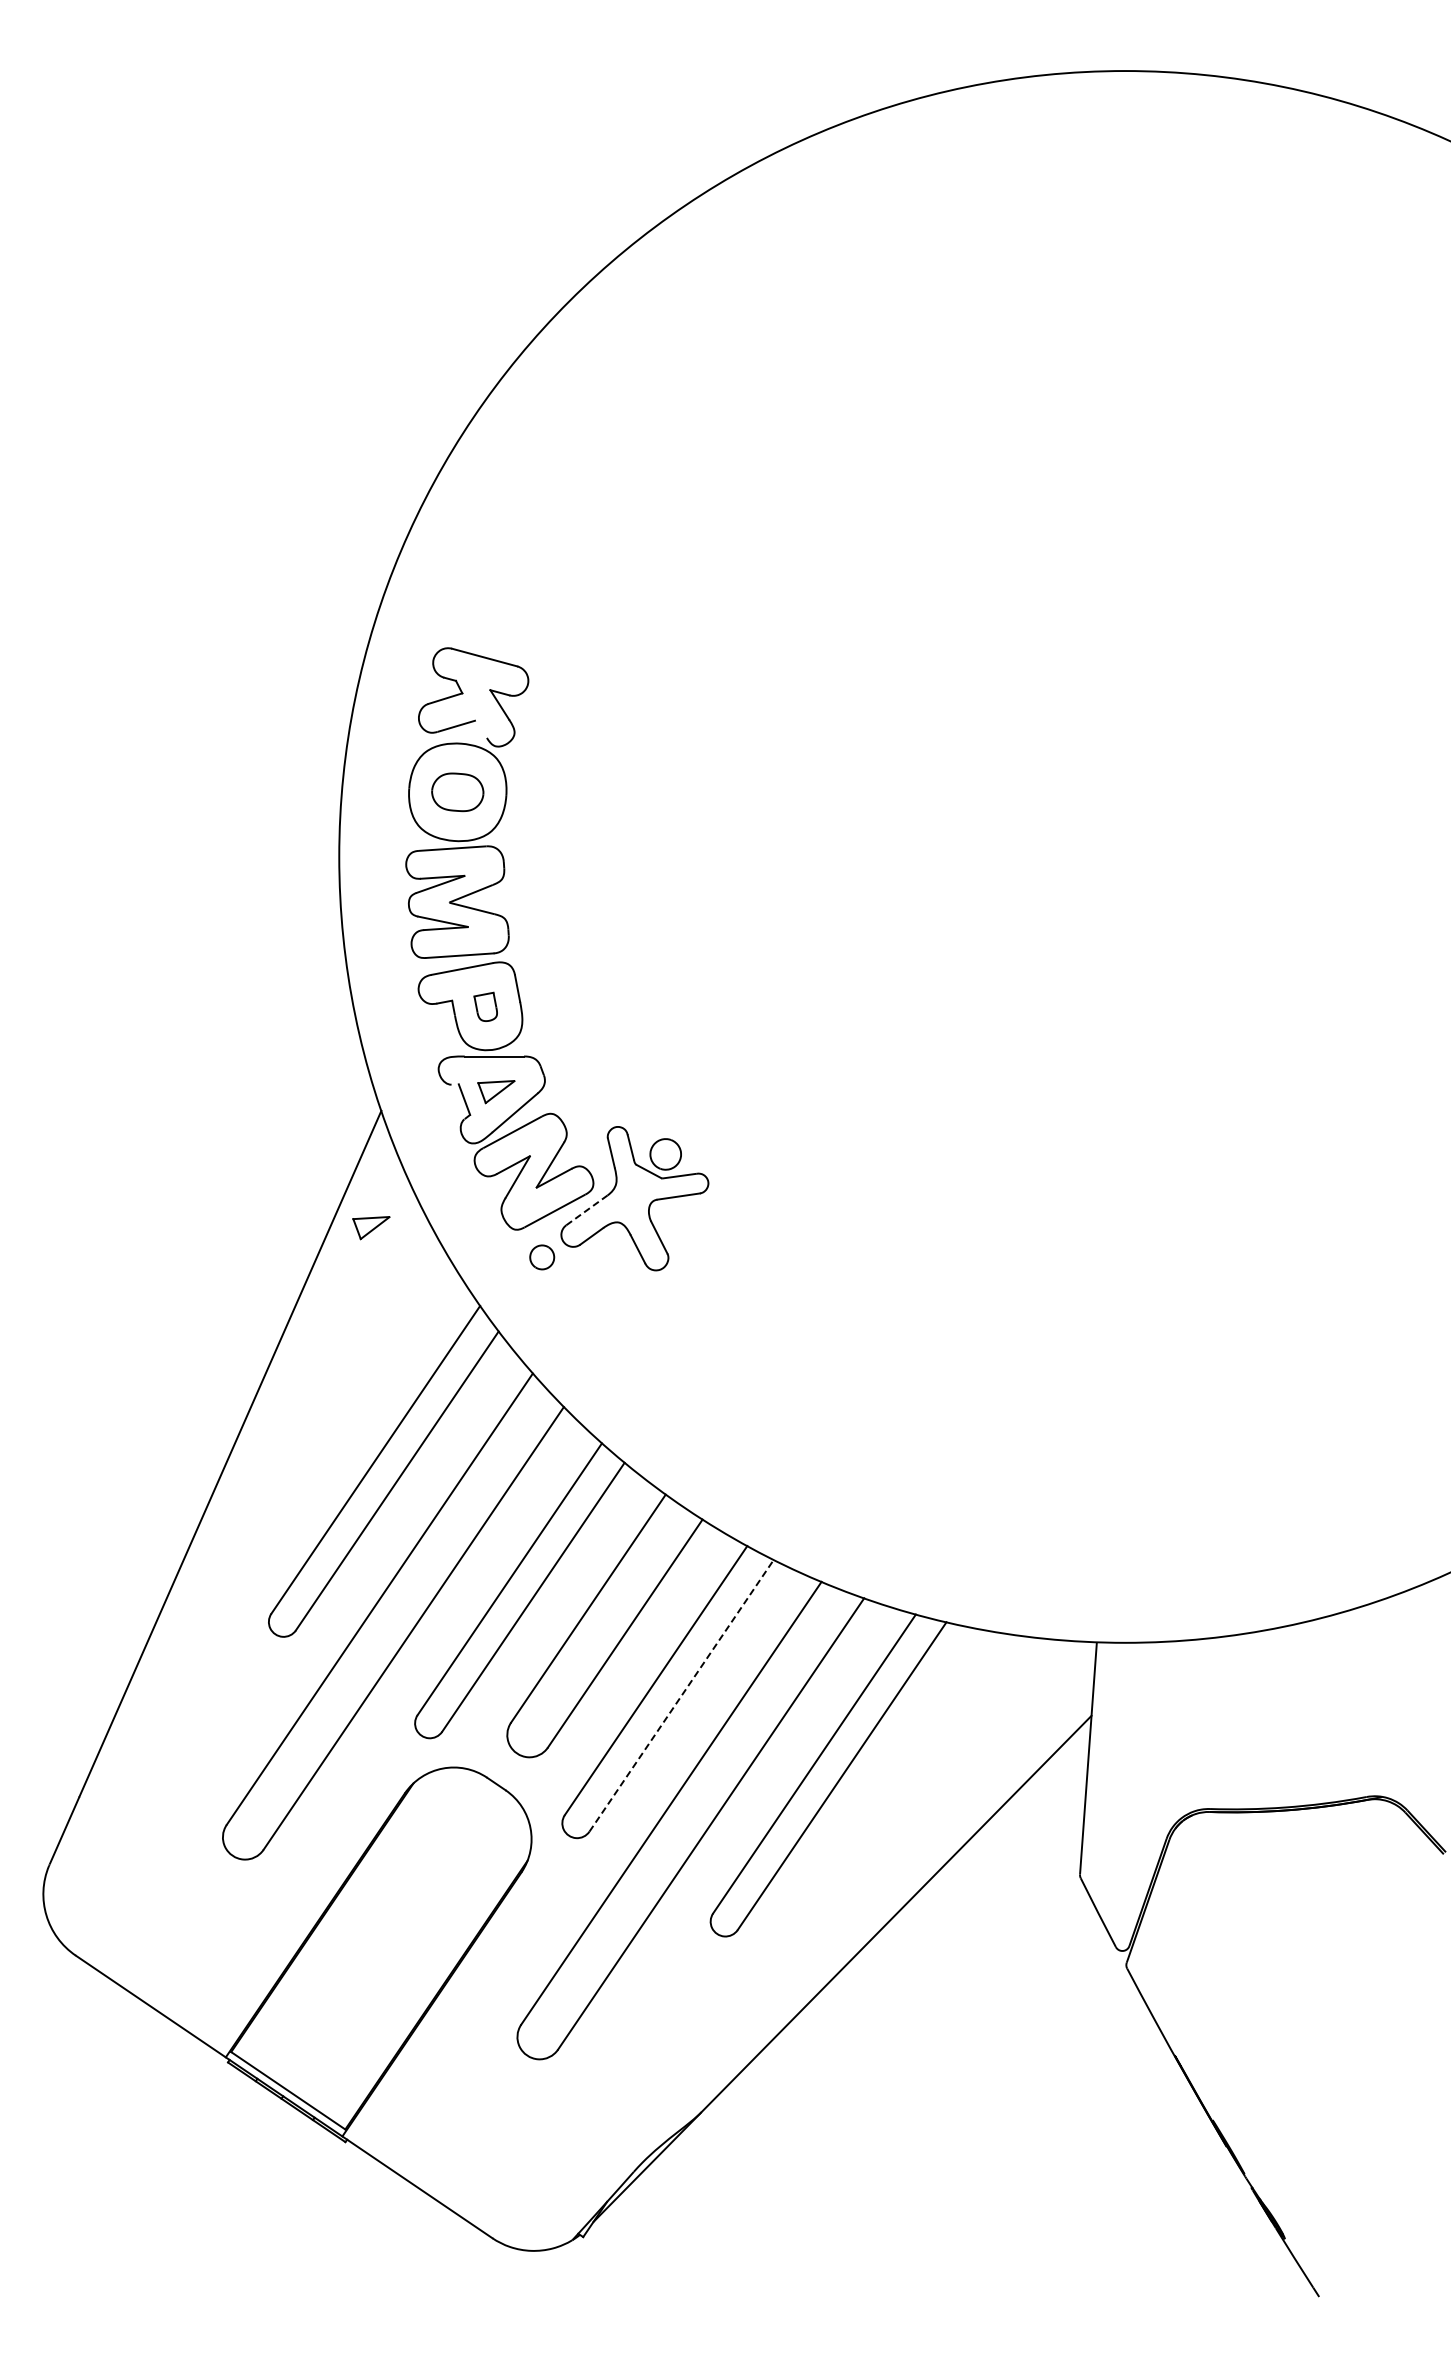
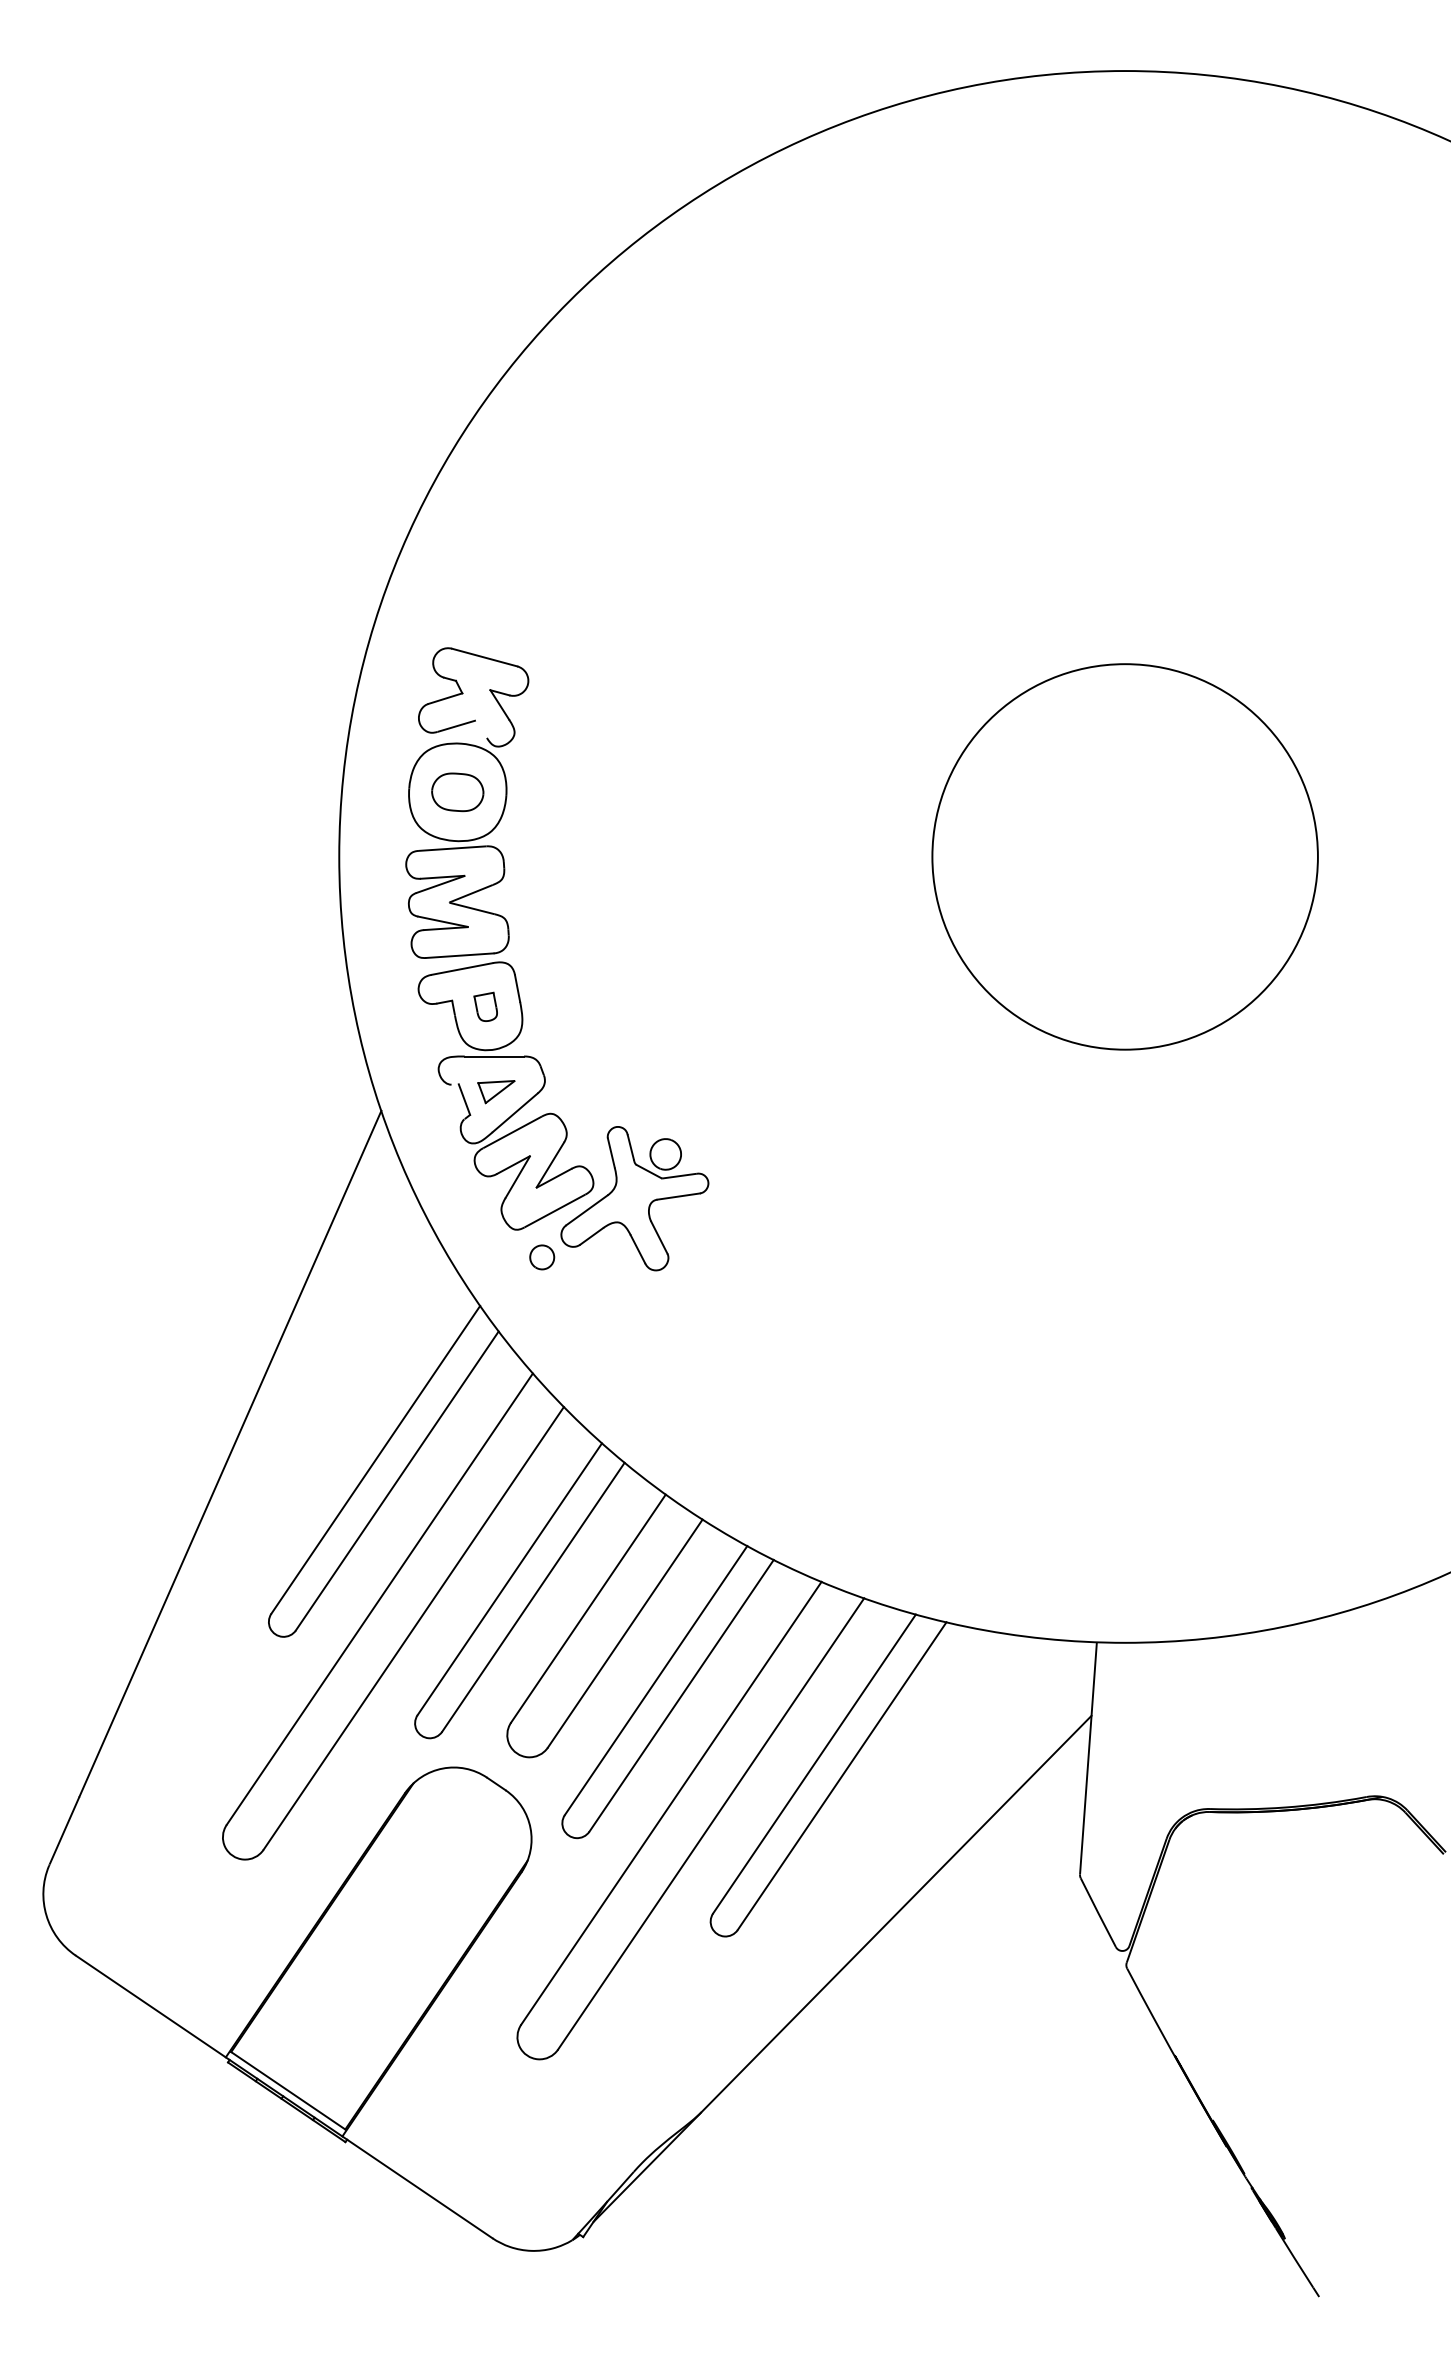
circle at (1124, 856): none -> present
line at (587, 1210): dashed -> solid
part at (371, 1228): present -> none
line at (681, 1695): dashed -> solid
